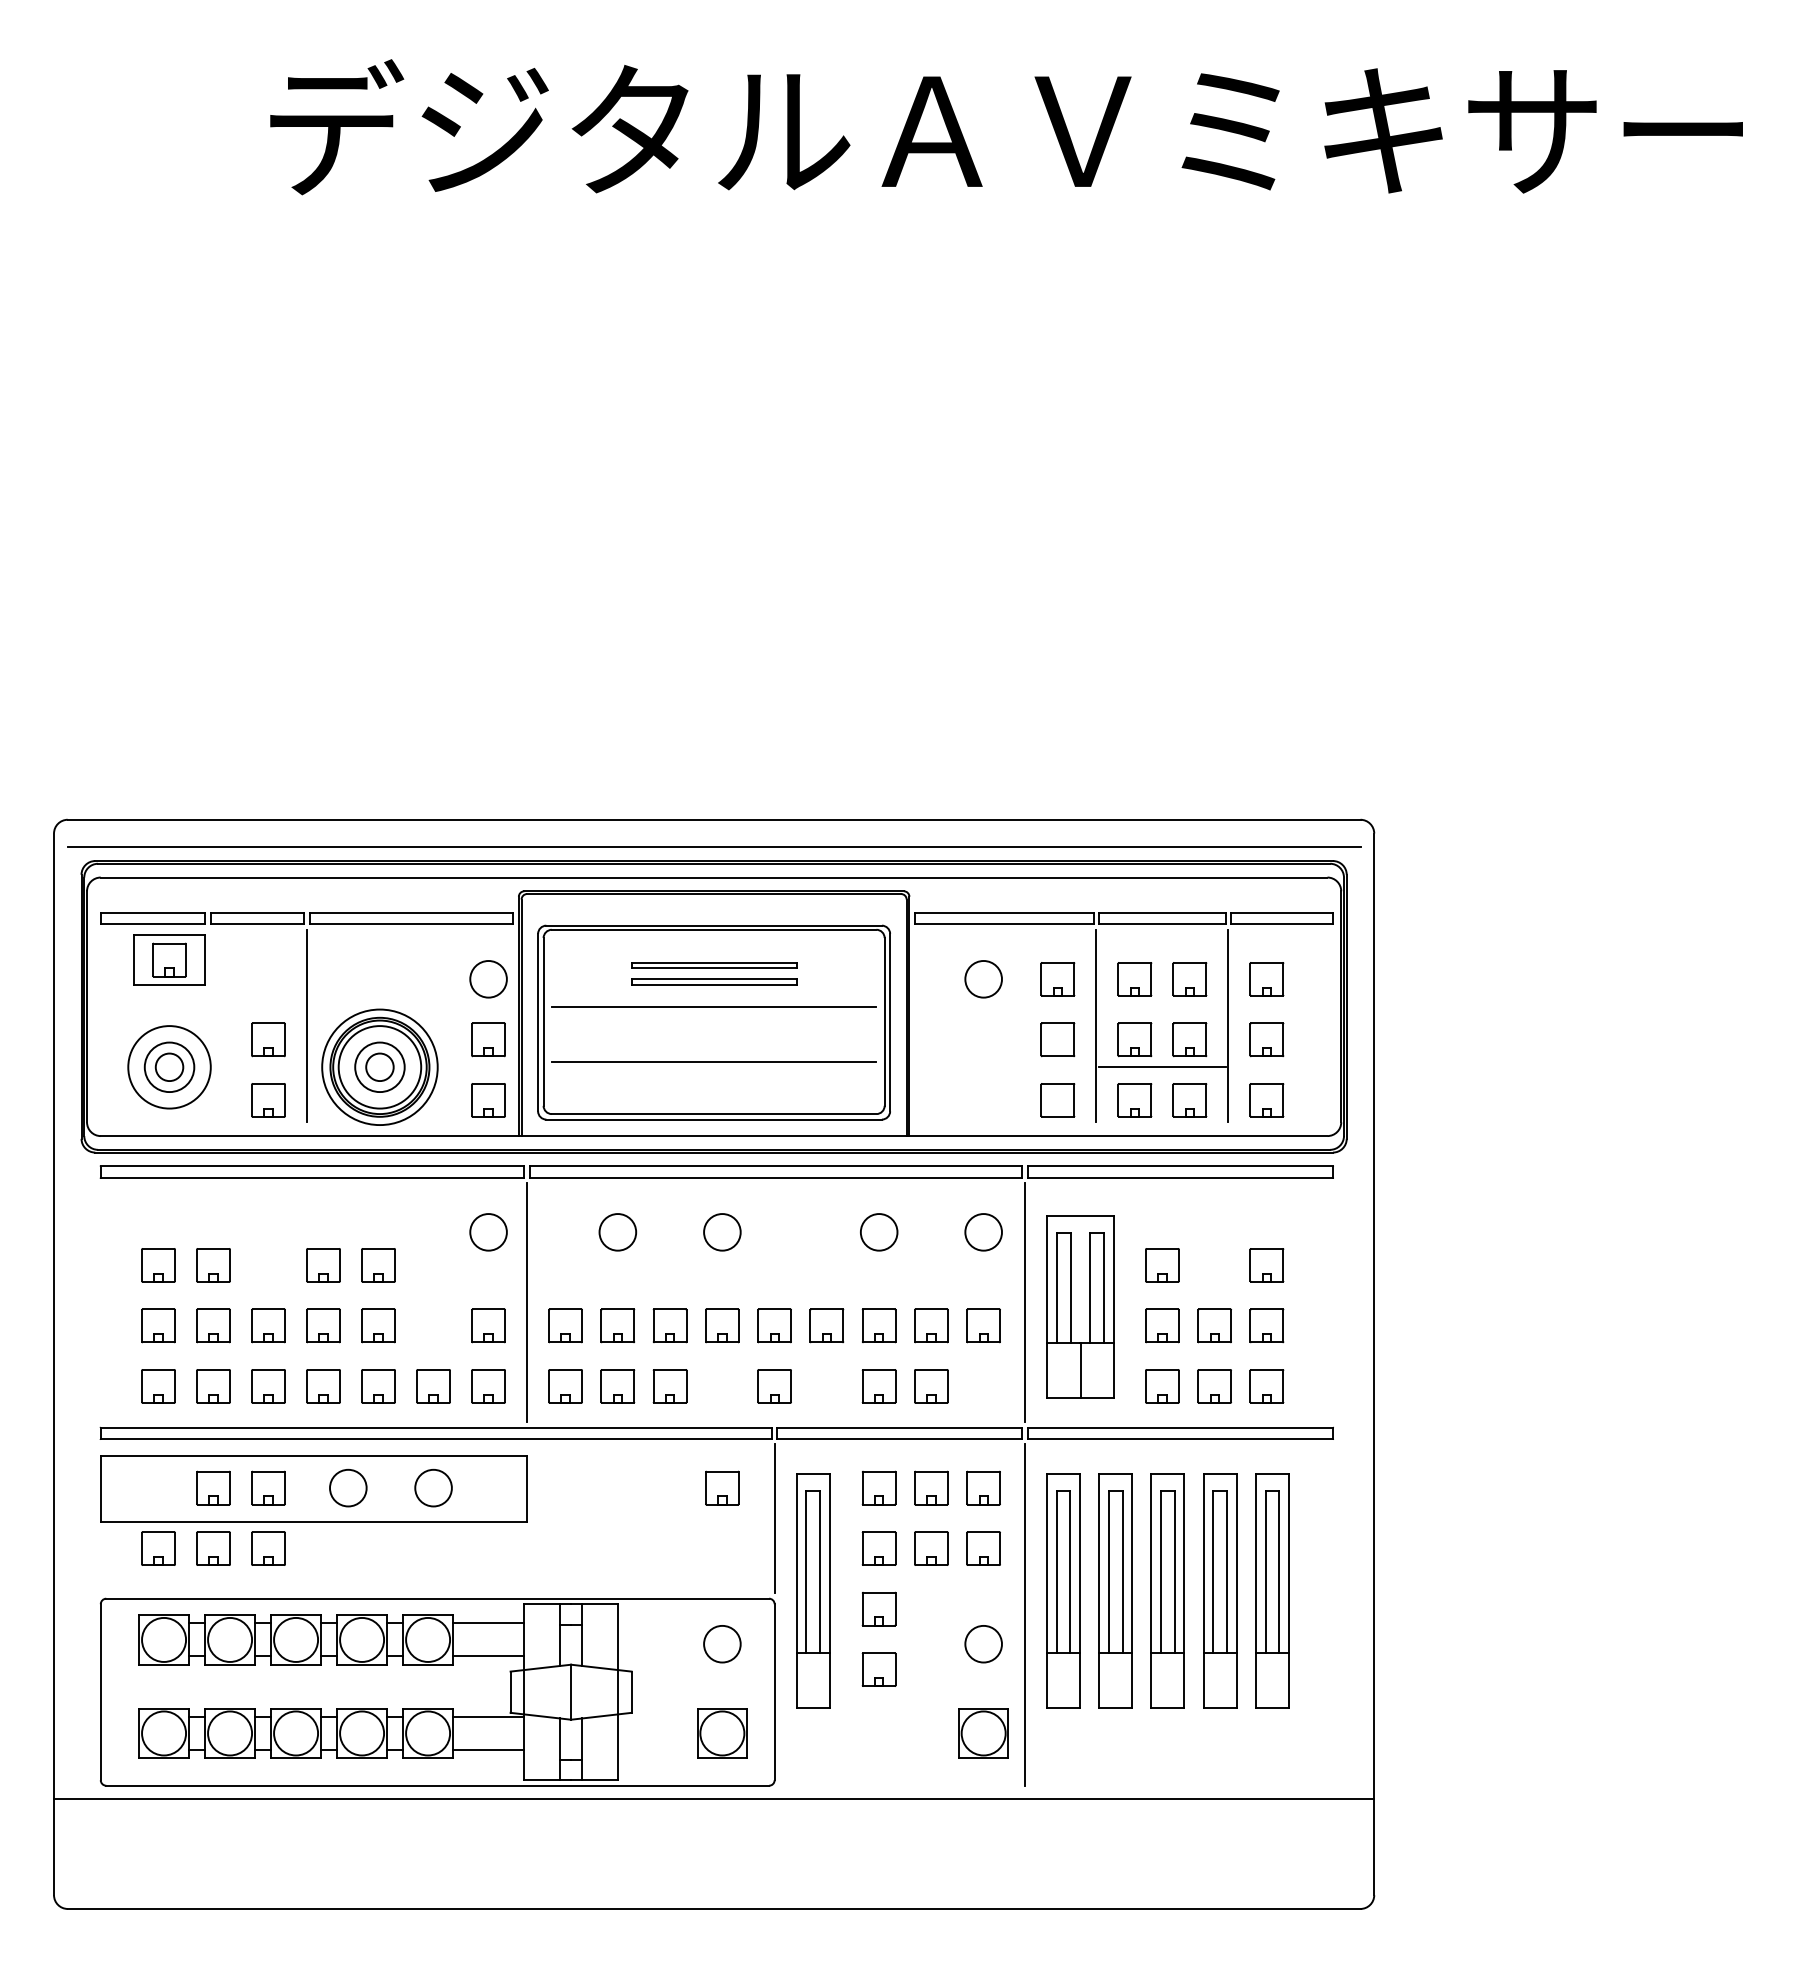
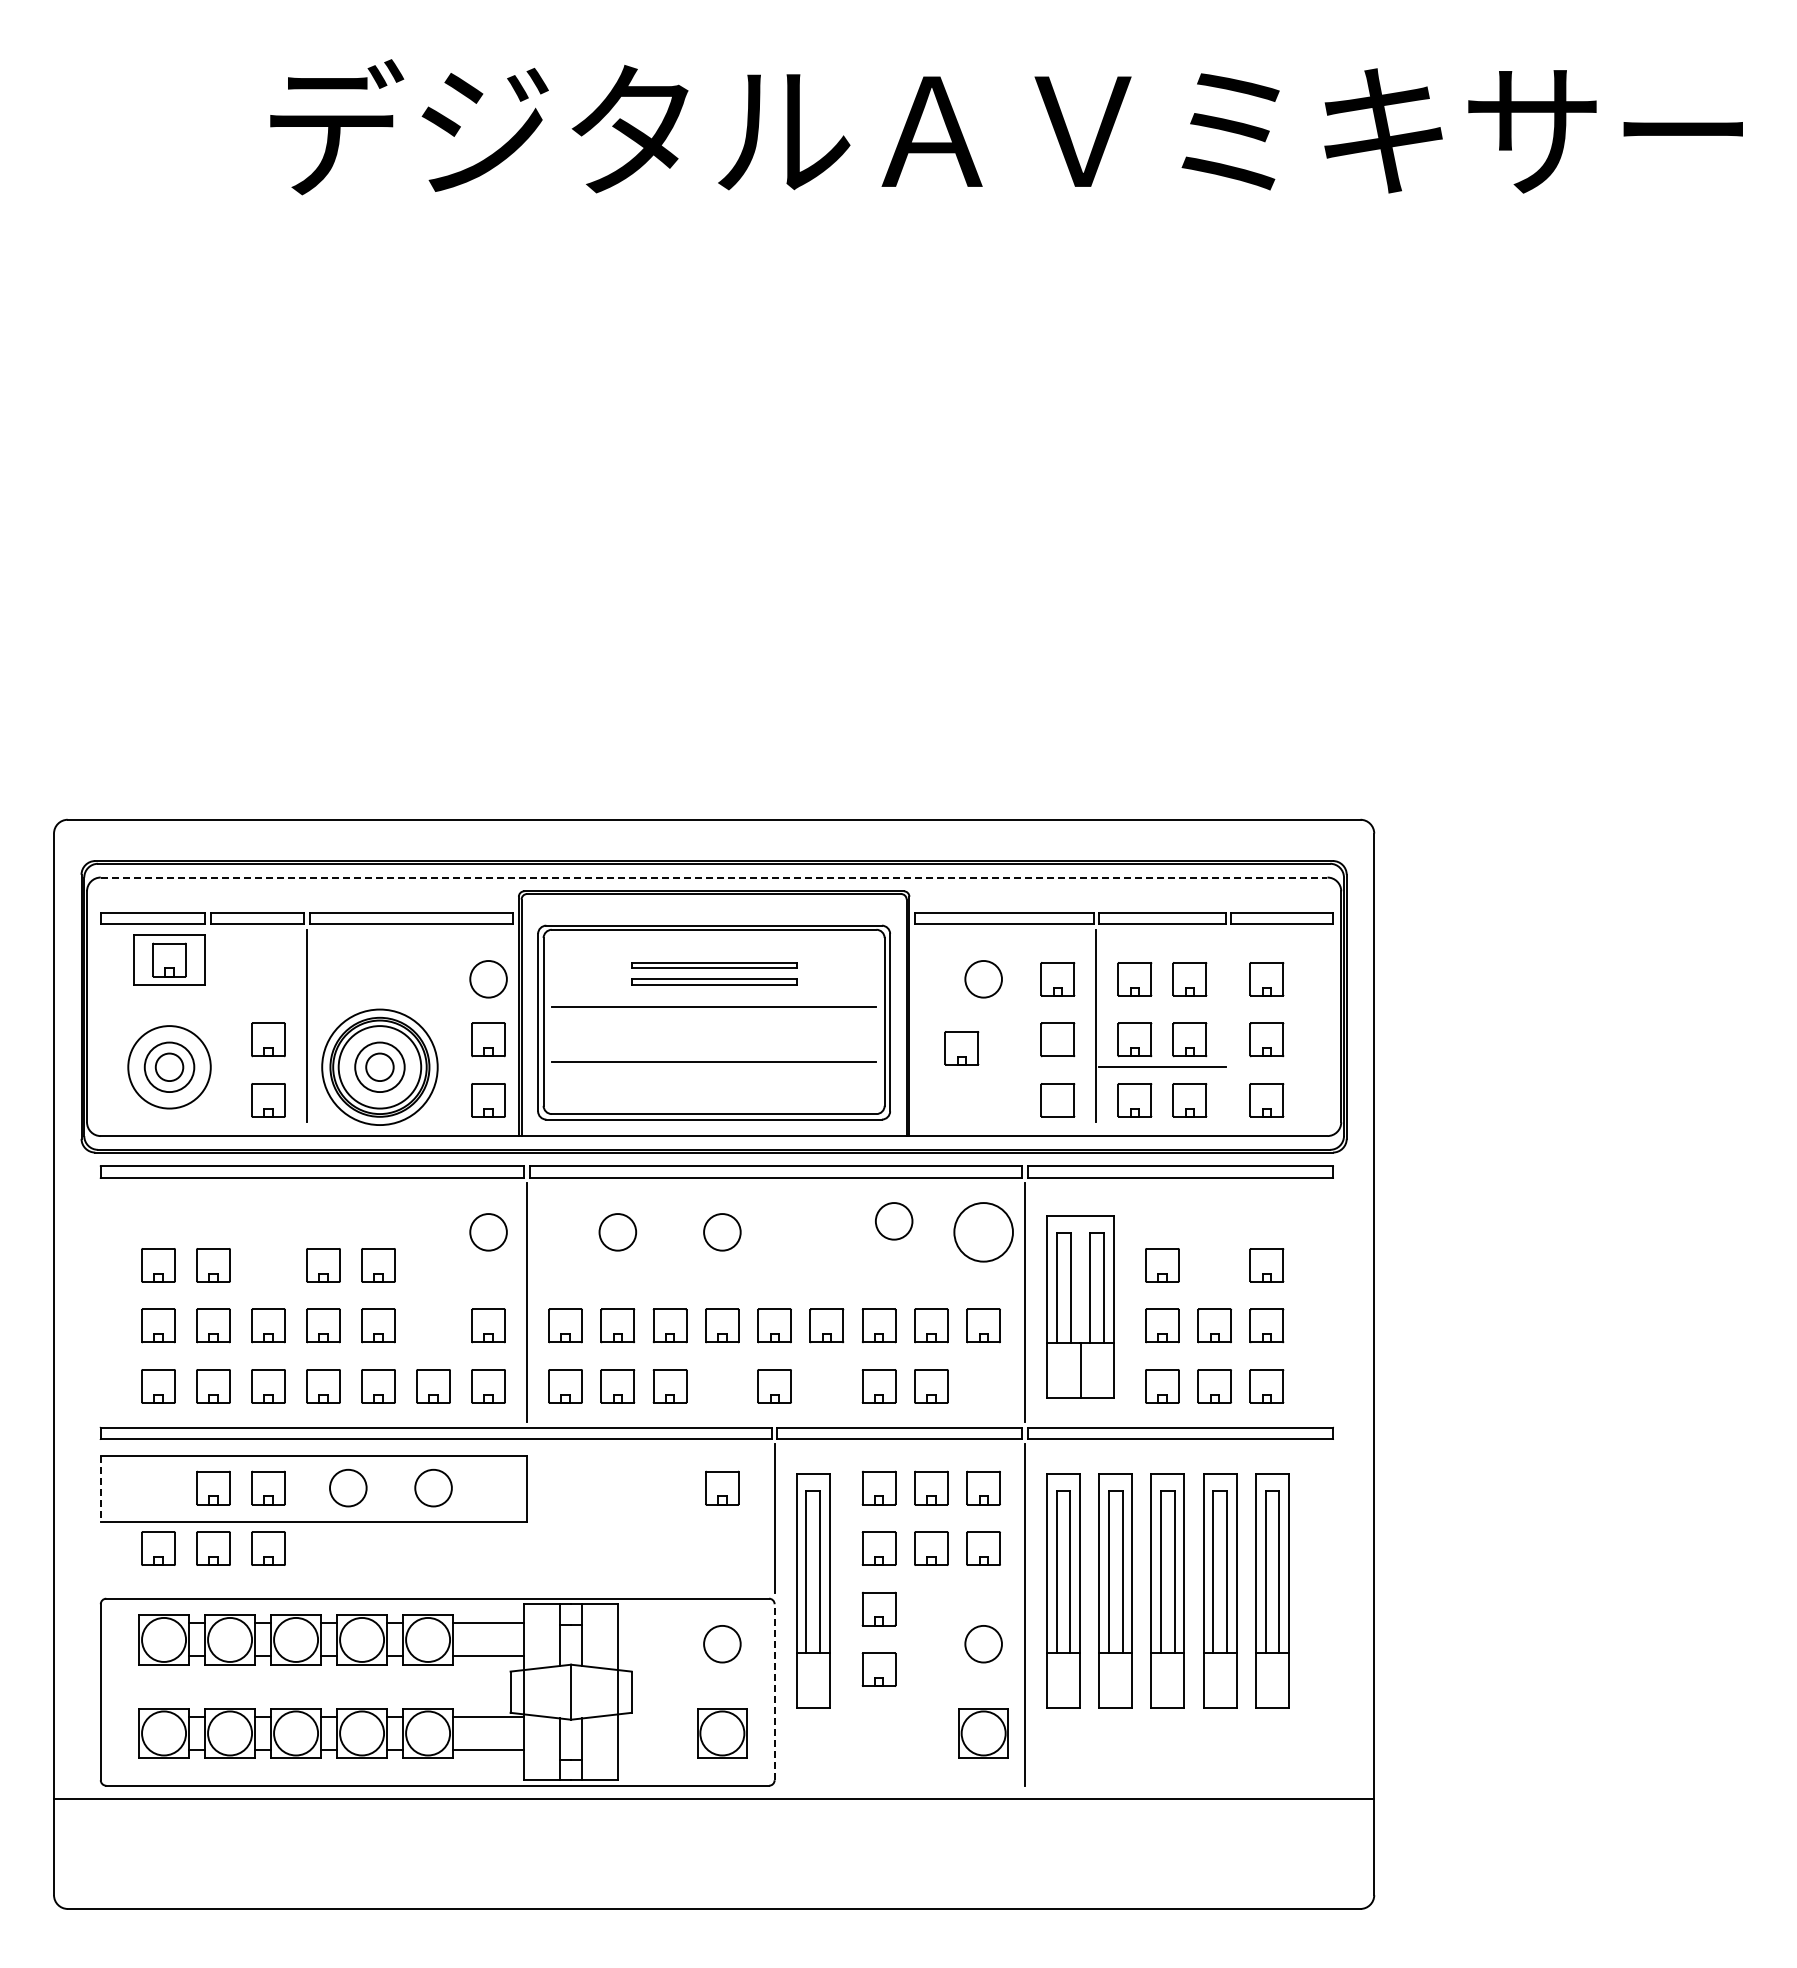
line at (713, 847): present -> none
line at (714, 877): solid -> dashed
line at (1228, 1025): present -> none
part at (961, 1048): none -> present
circle at (879, 1232) position: (879, 1232) -> (894, 1221)
circle at (983, 1232) diameter: 37 px -> 59 px
line at (100, 1489): solid -> dashed
line at (774, 1691): solid -> dashed
